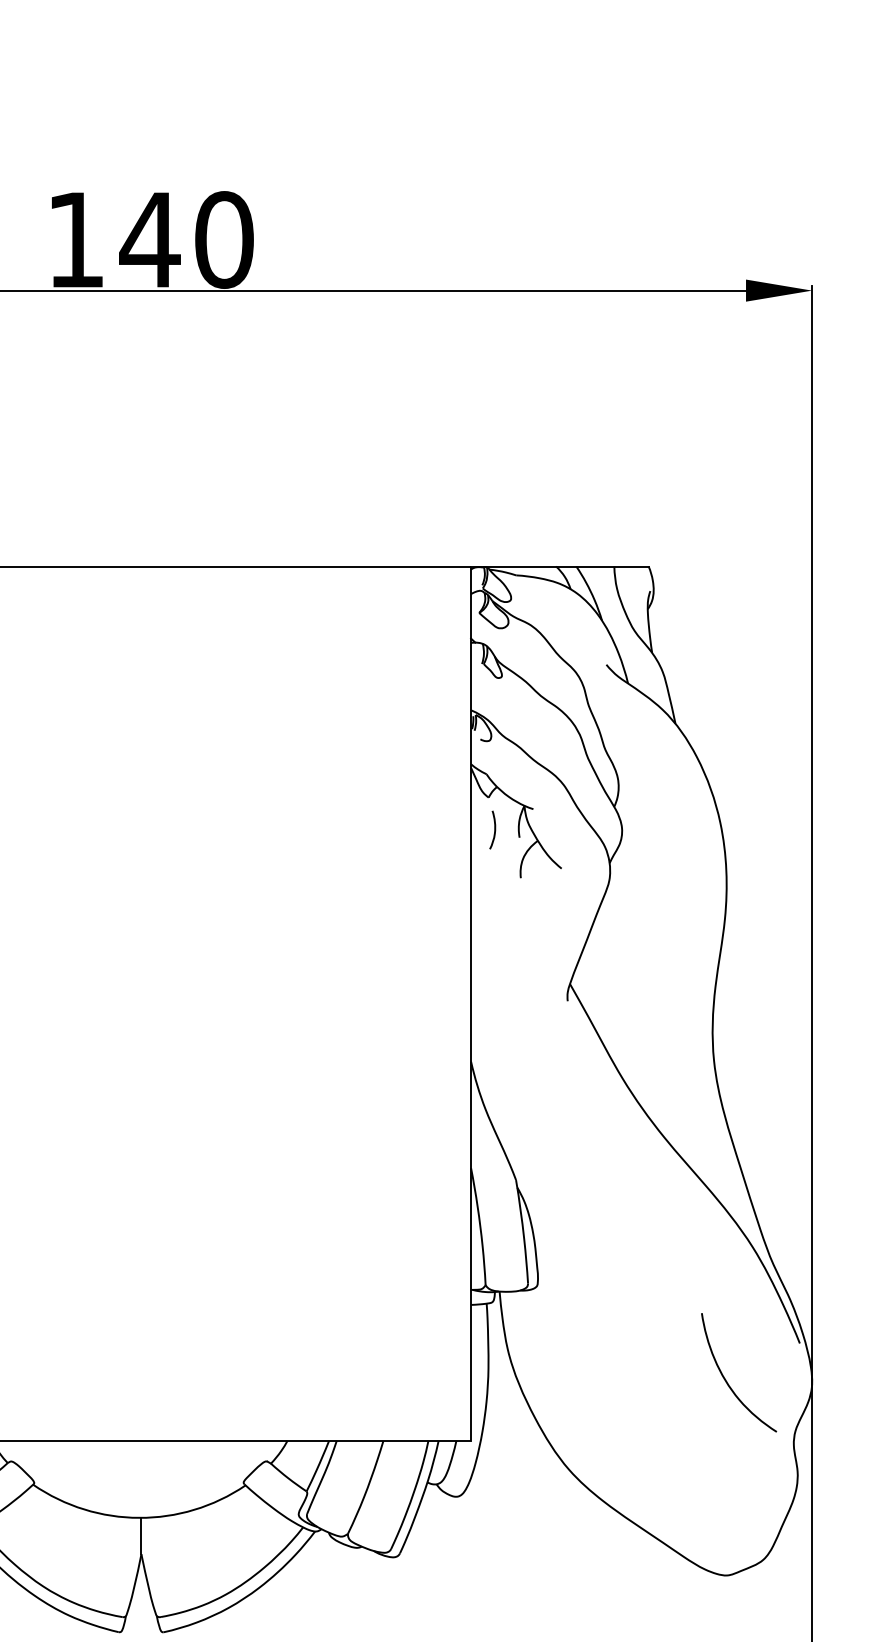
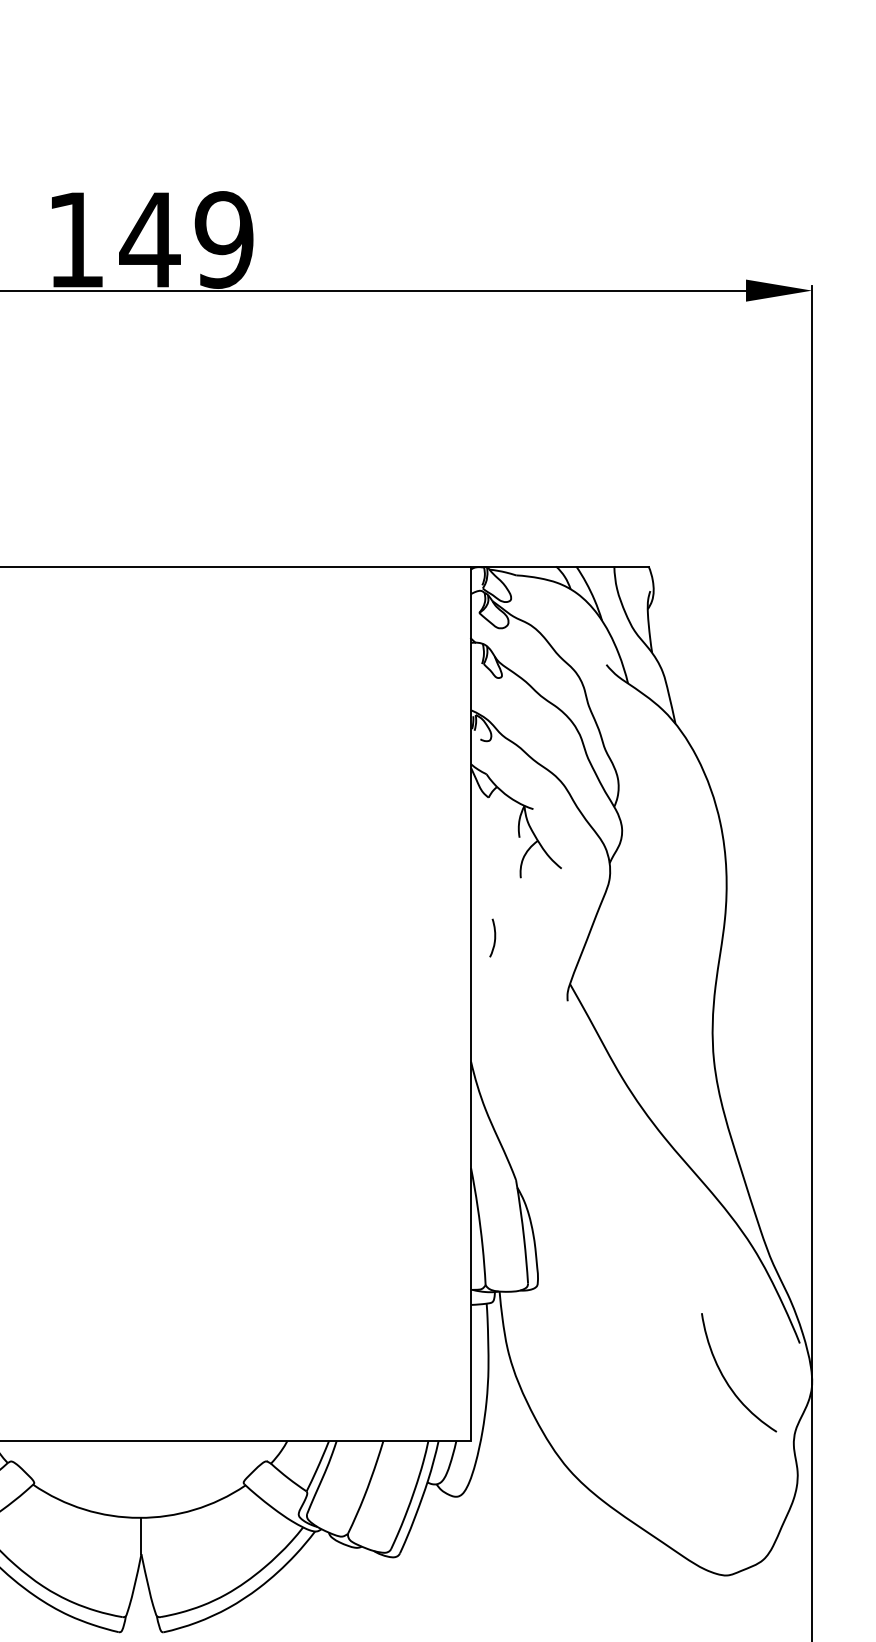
text at (223, 239): 140 -> 149
curve at (494, 829) position: (494, 829) -> (494, 937)
